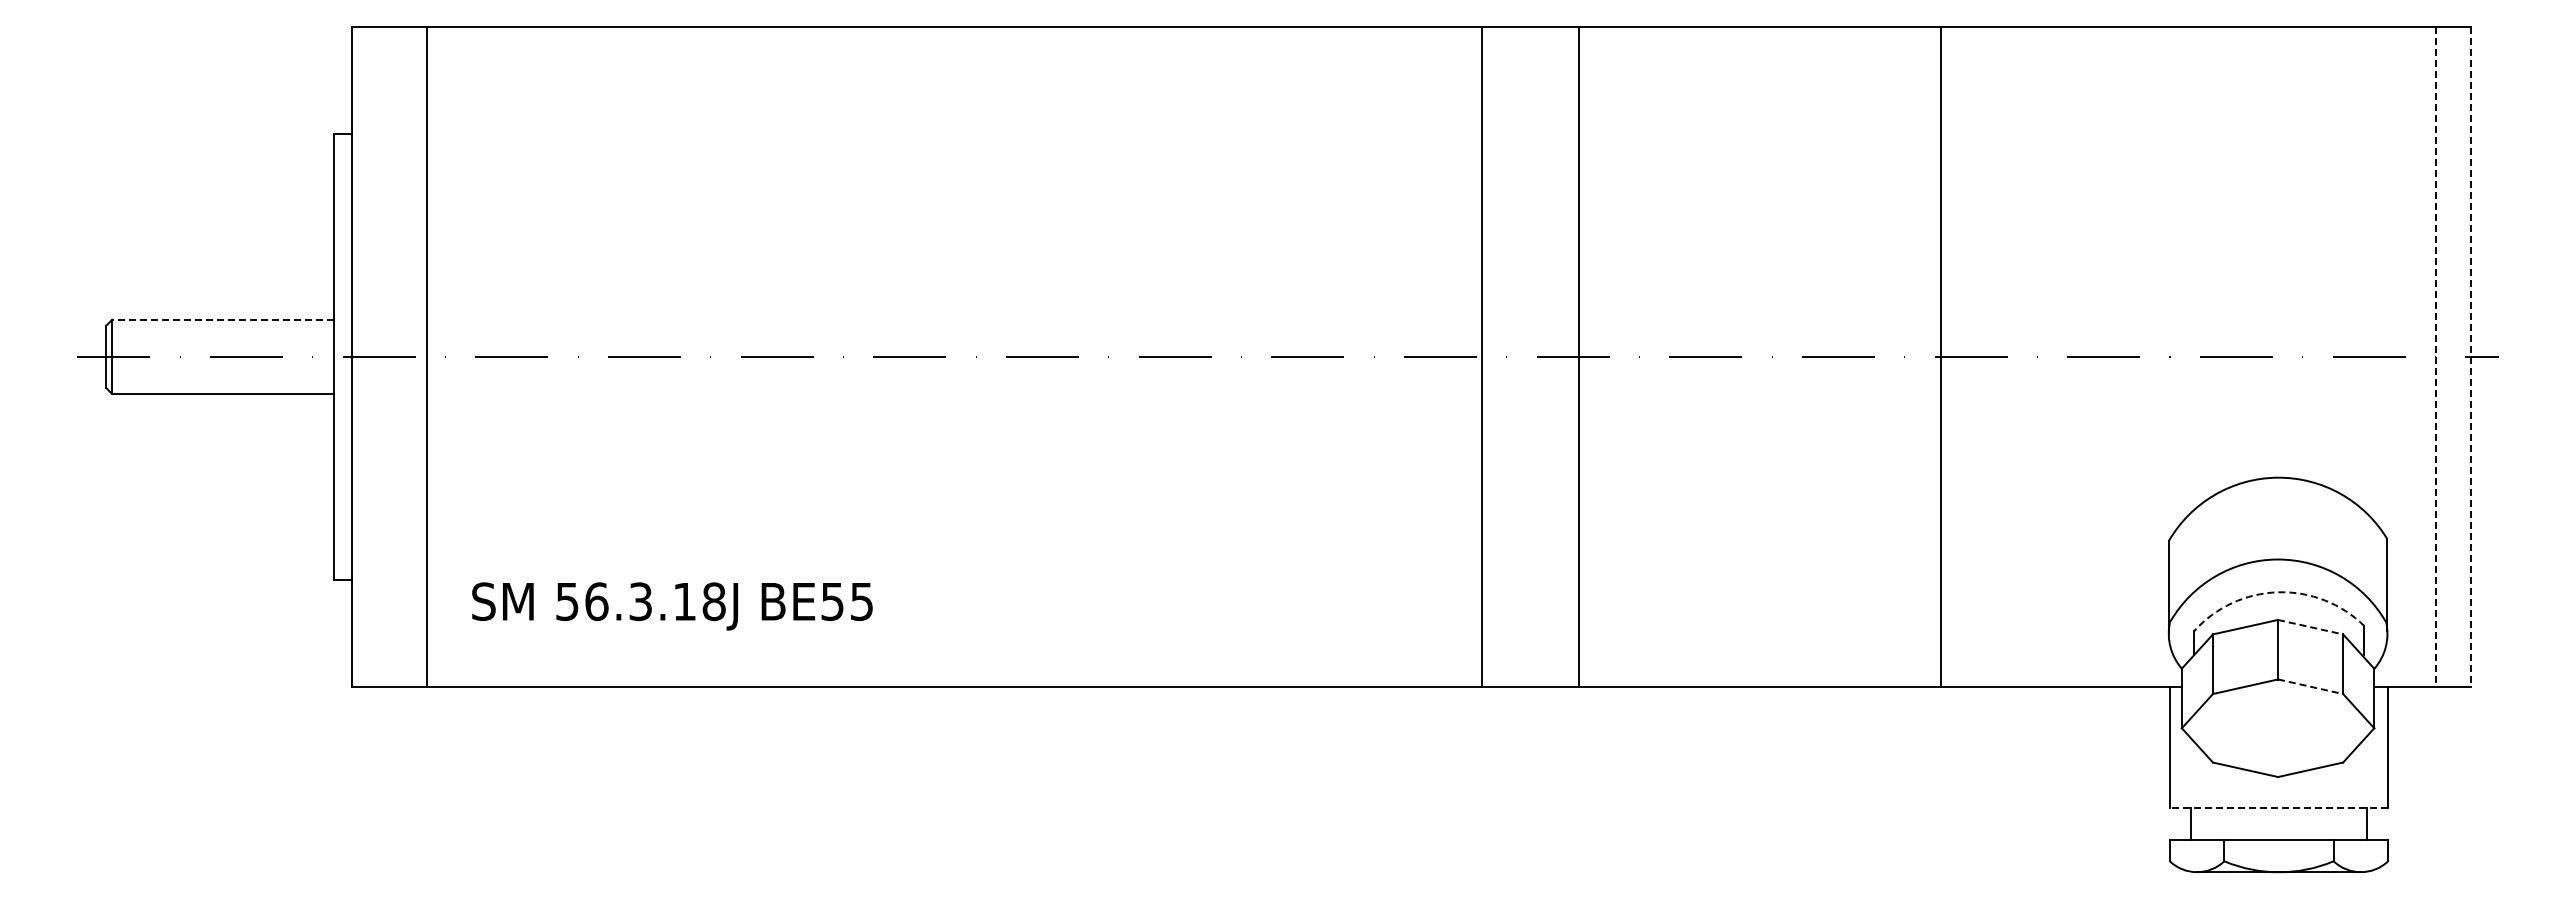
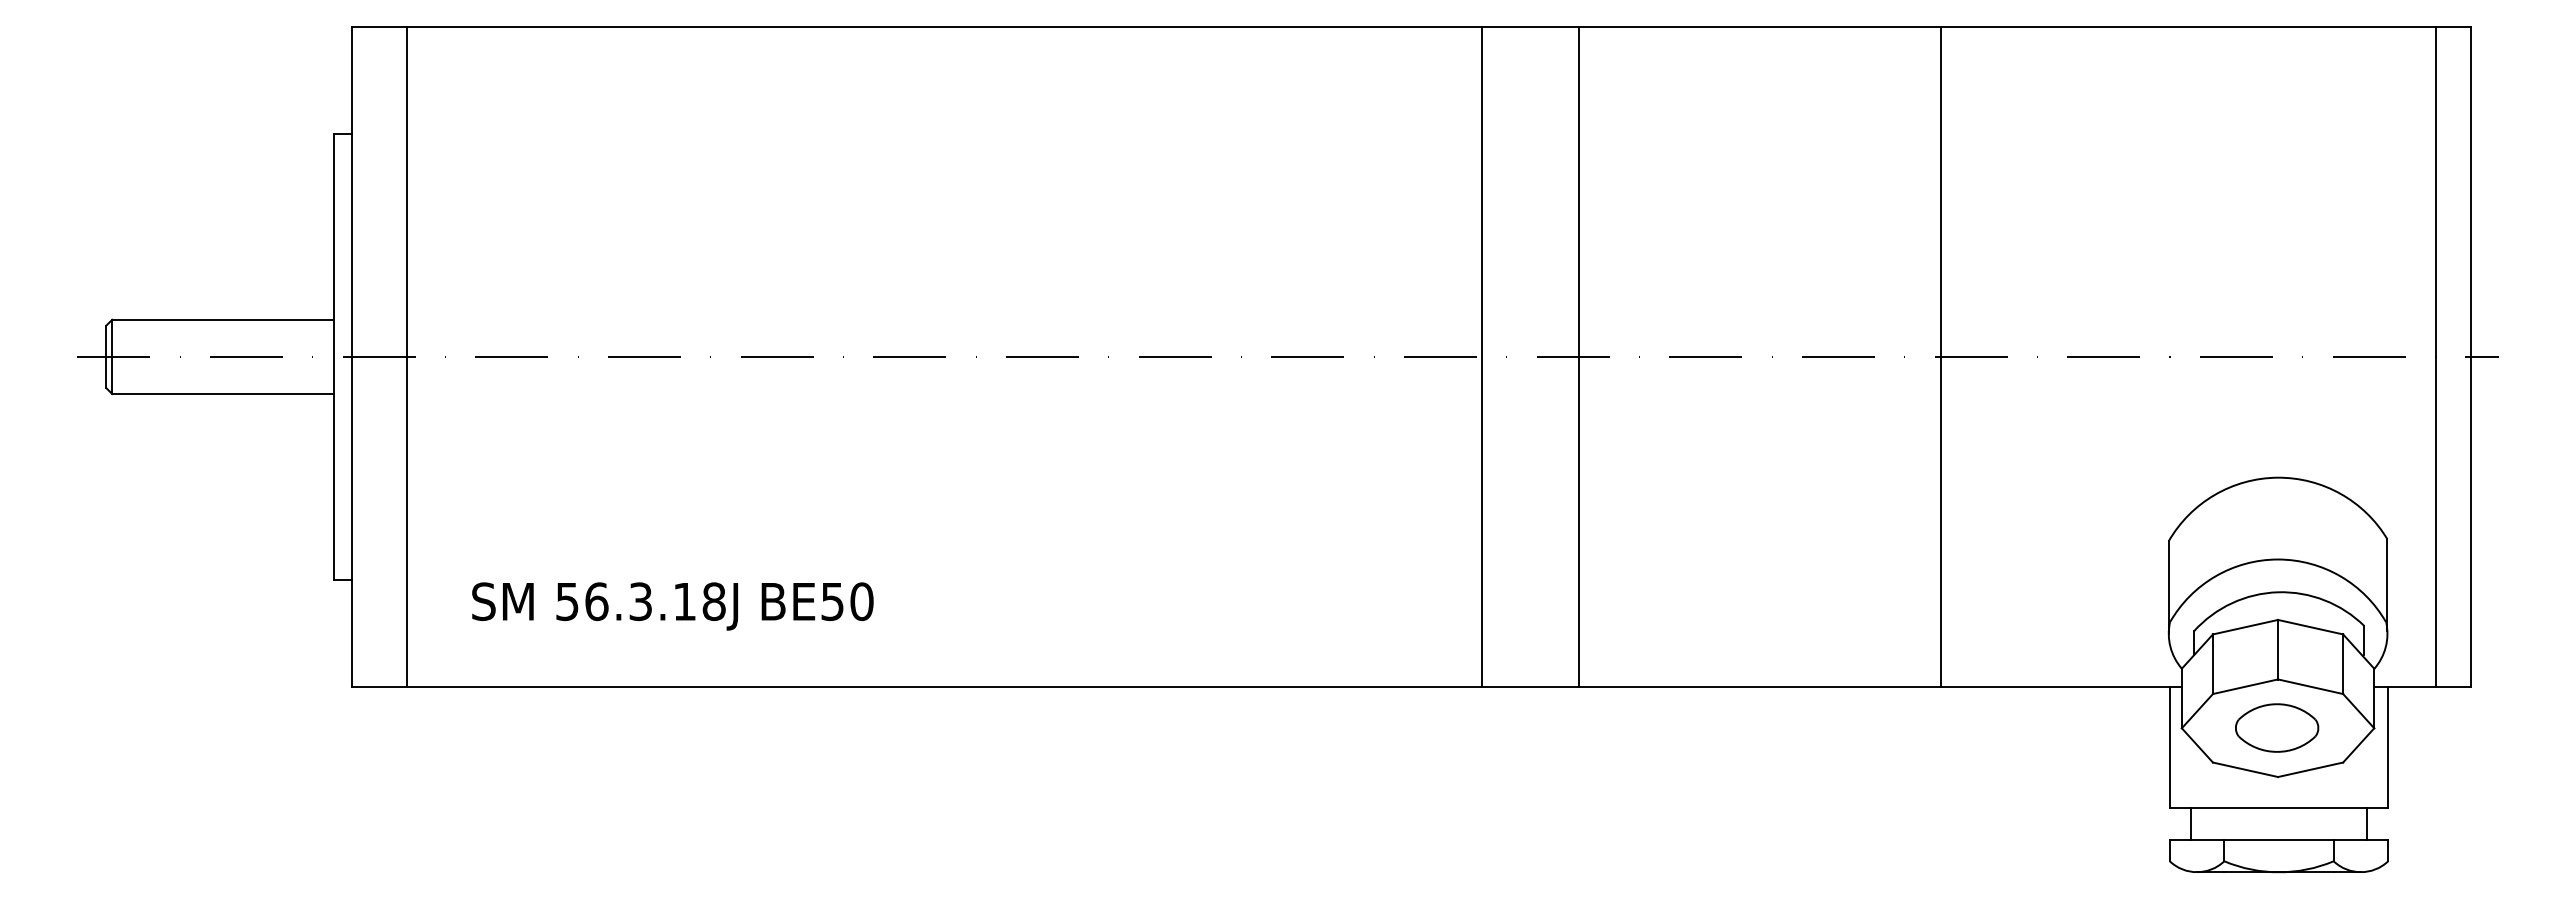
line at (222, 319): dashed -> solid
line at (426, 356) position: (426, 356) -> (406, 356)
line at (2435, 357): dashed -> solid
line at (2470, 357): dashed -> solid
arc at (2278, 592): dashed -> solid
text at (861, 601): BE55 -> BE50
line at (2311, 627): dashed -> solid
line at (2311, 686): dashed -> solid
part at (2277, 727): none -> present
line at (2278, 807): dashed -> solid
